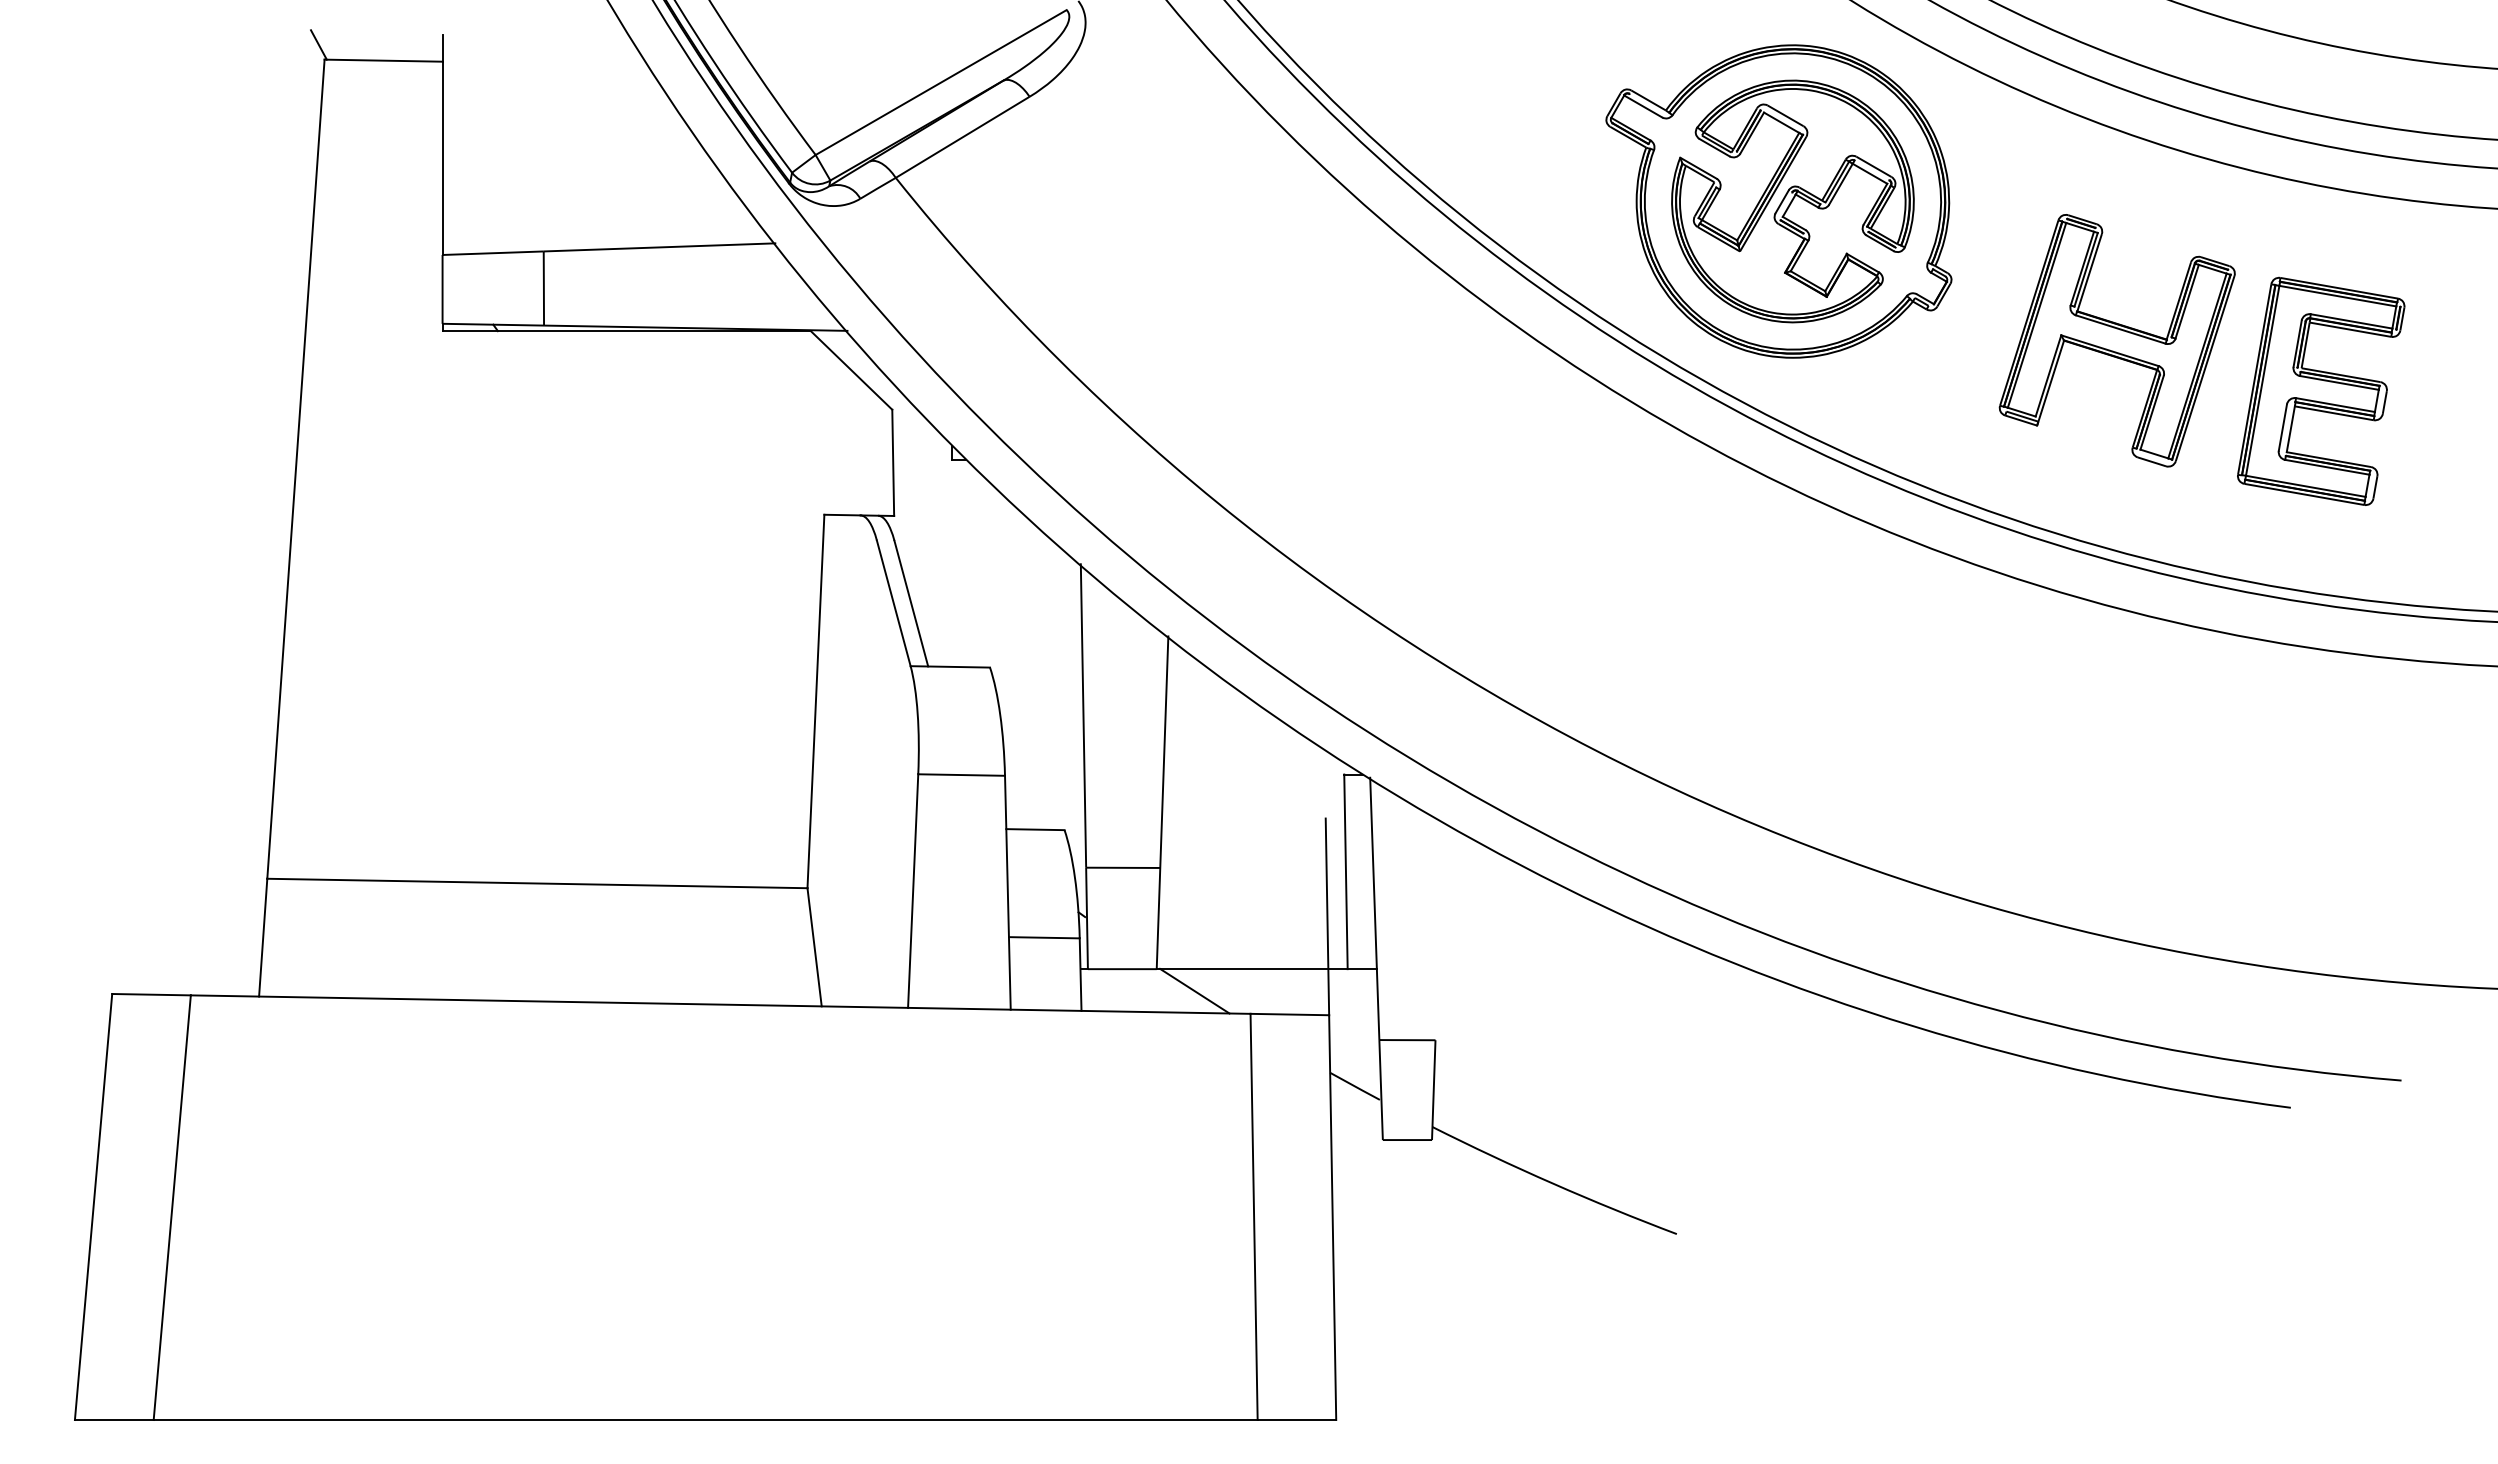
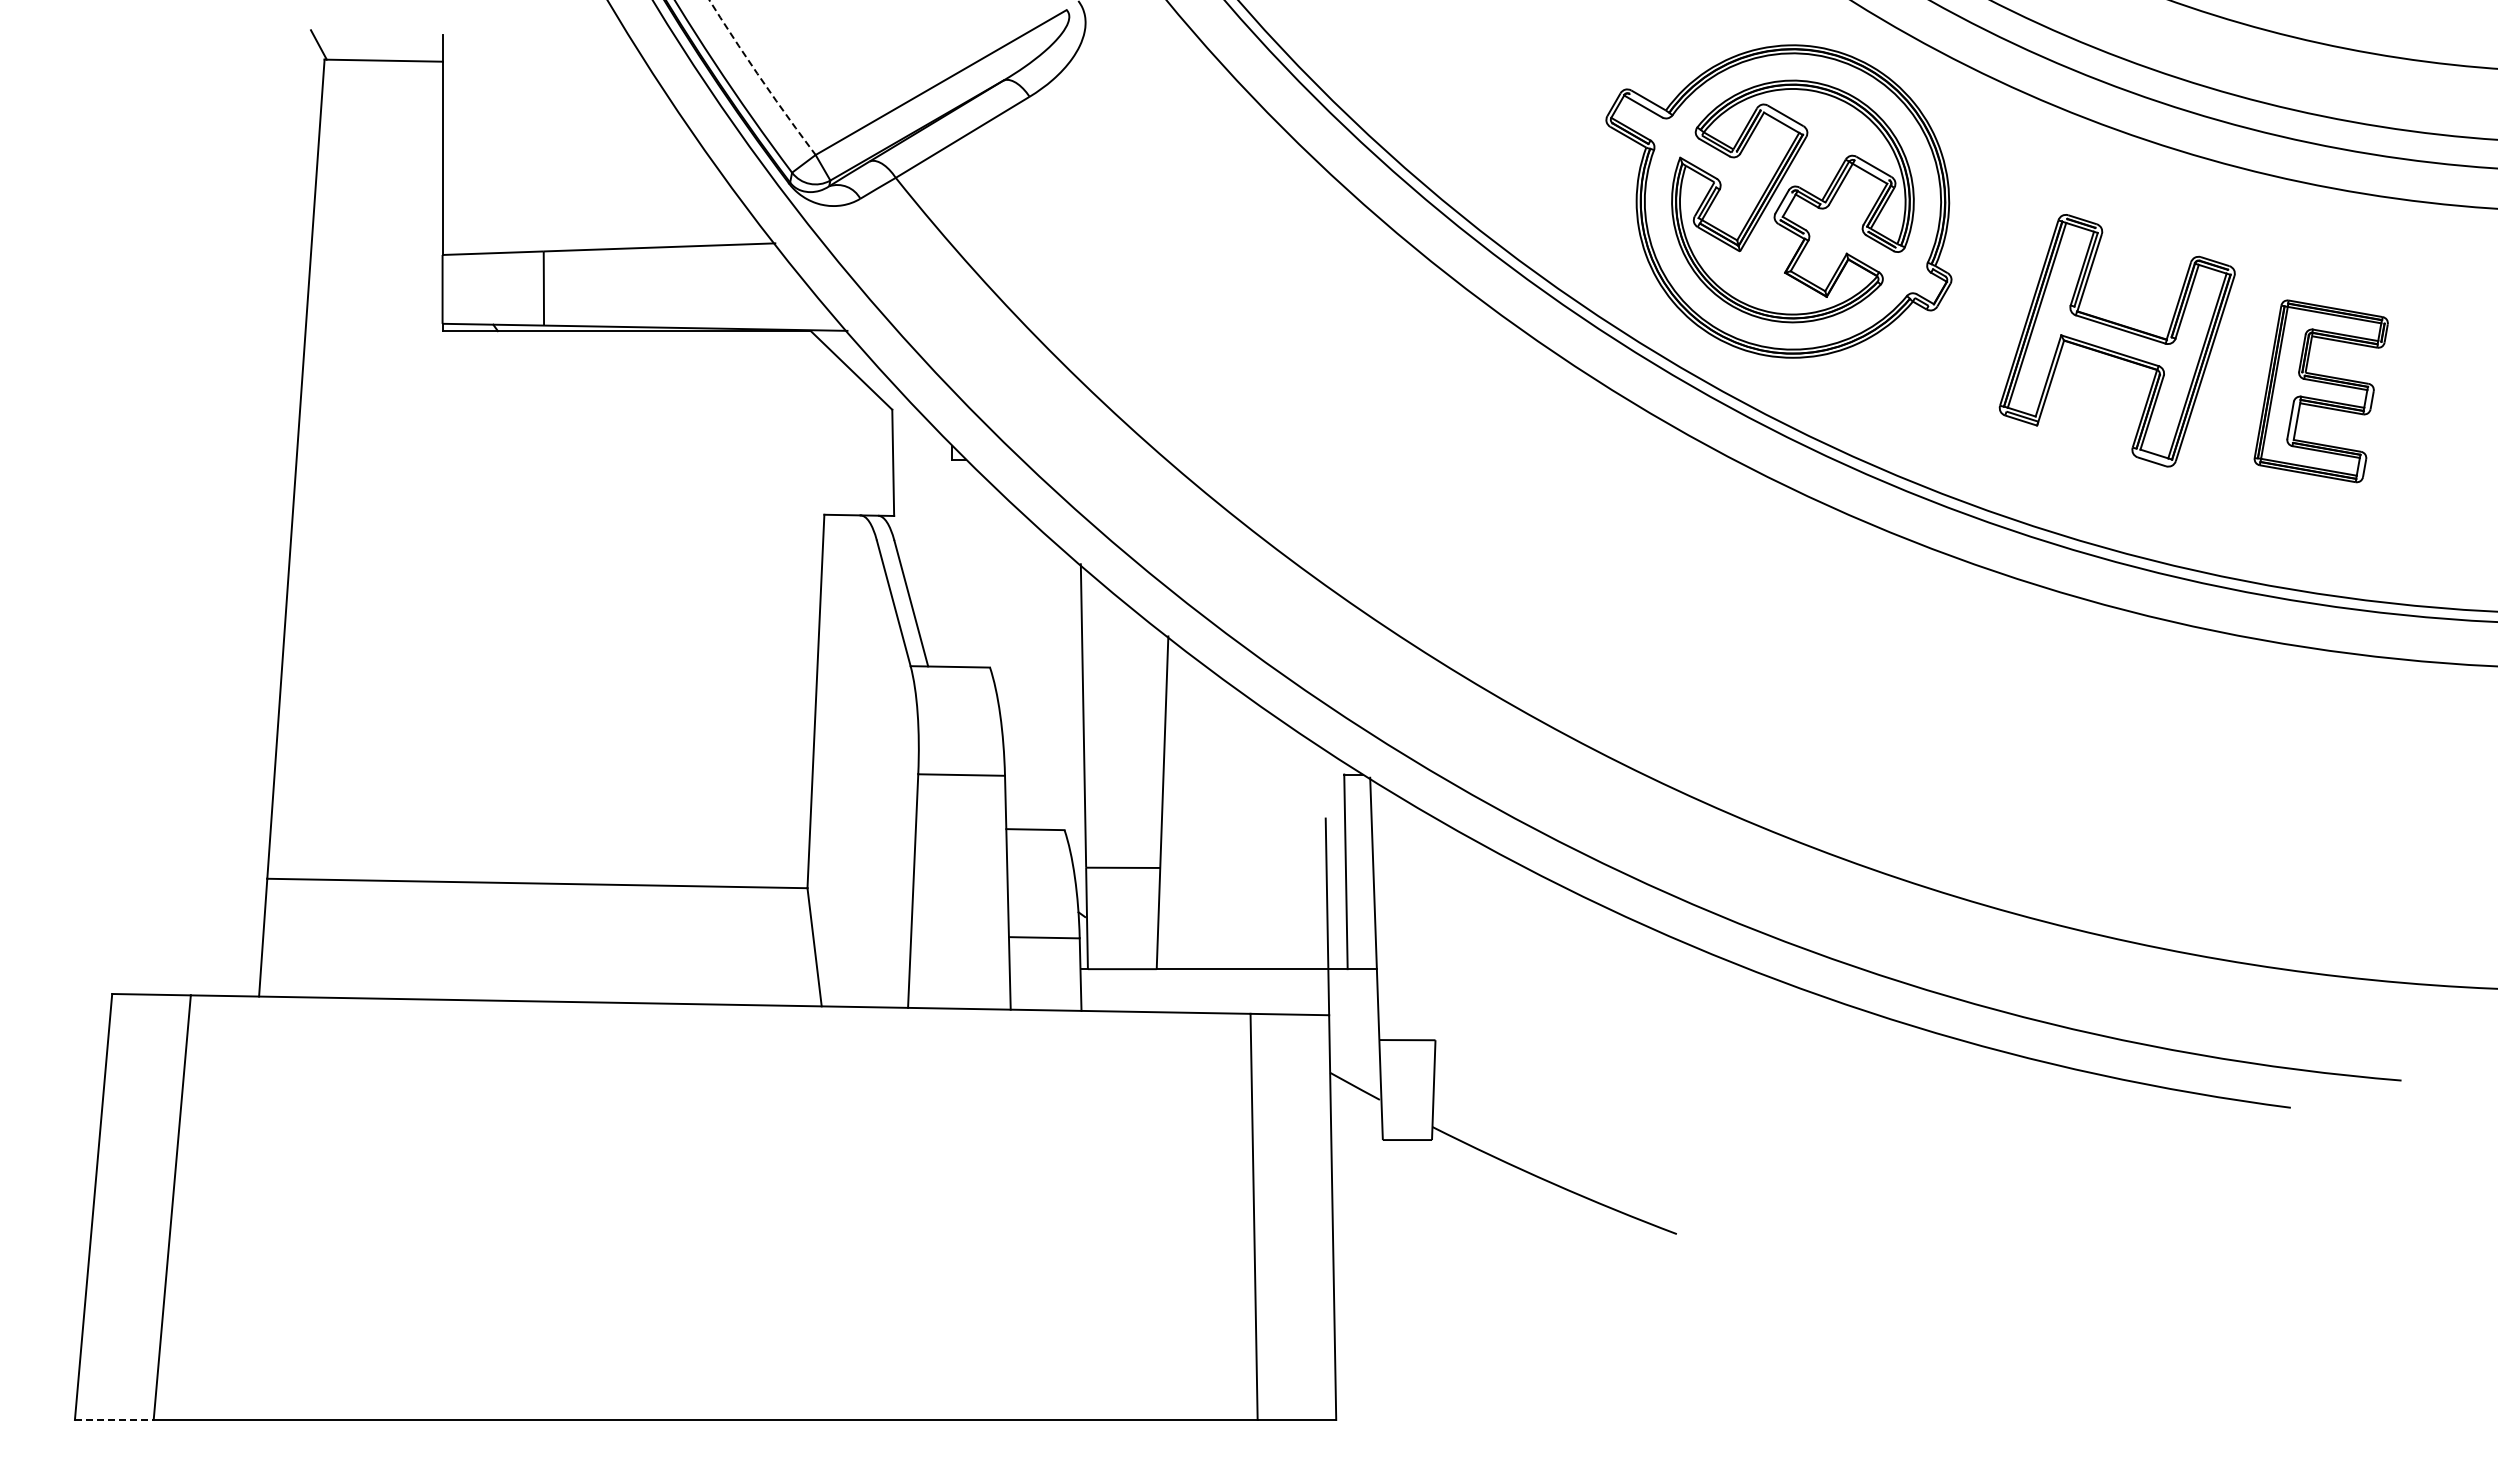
arc at (760, 78): solid -> dashed
part at (2321, 390) size: 169x230 px -> 136x185 px
line at (1194, 990): present -> none
line at (114, 1420): solid -> dashed
